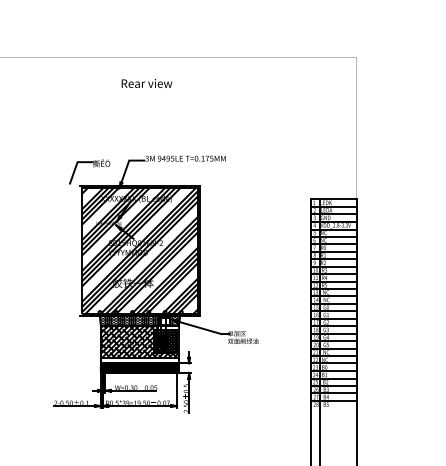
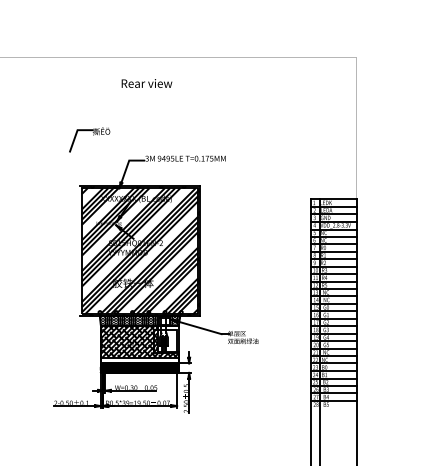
part at (89, 171) position: (89, 171) -> (89, 139)
hatch at (164, 341): present -> none
